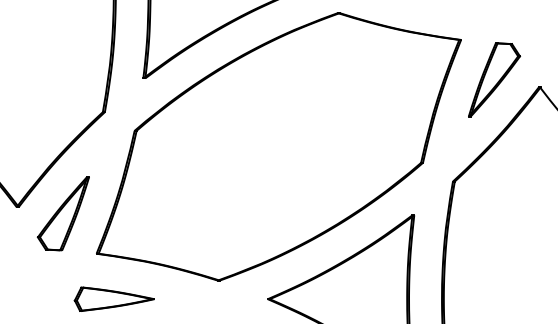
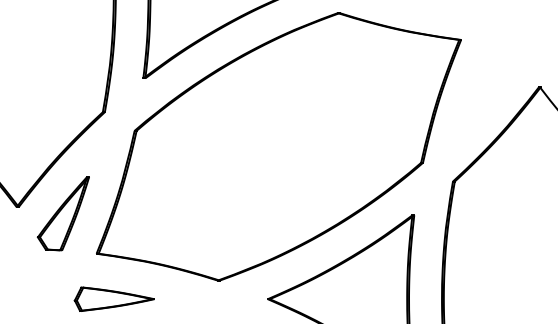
part at (494, 79): present -> none
